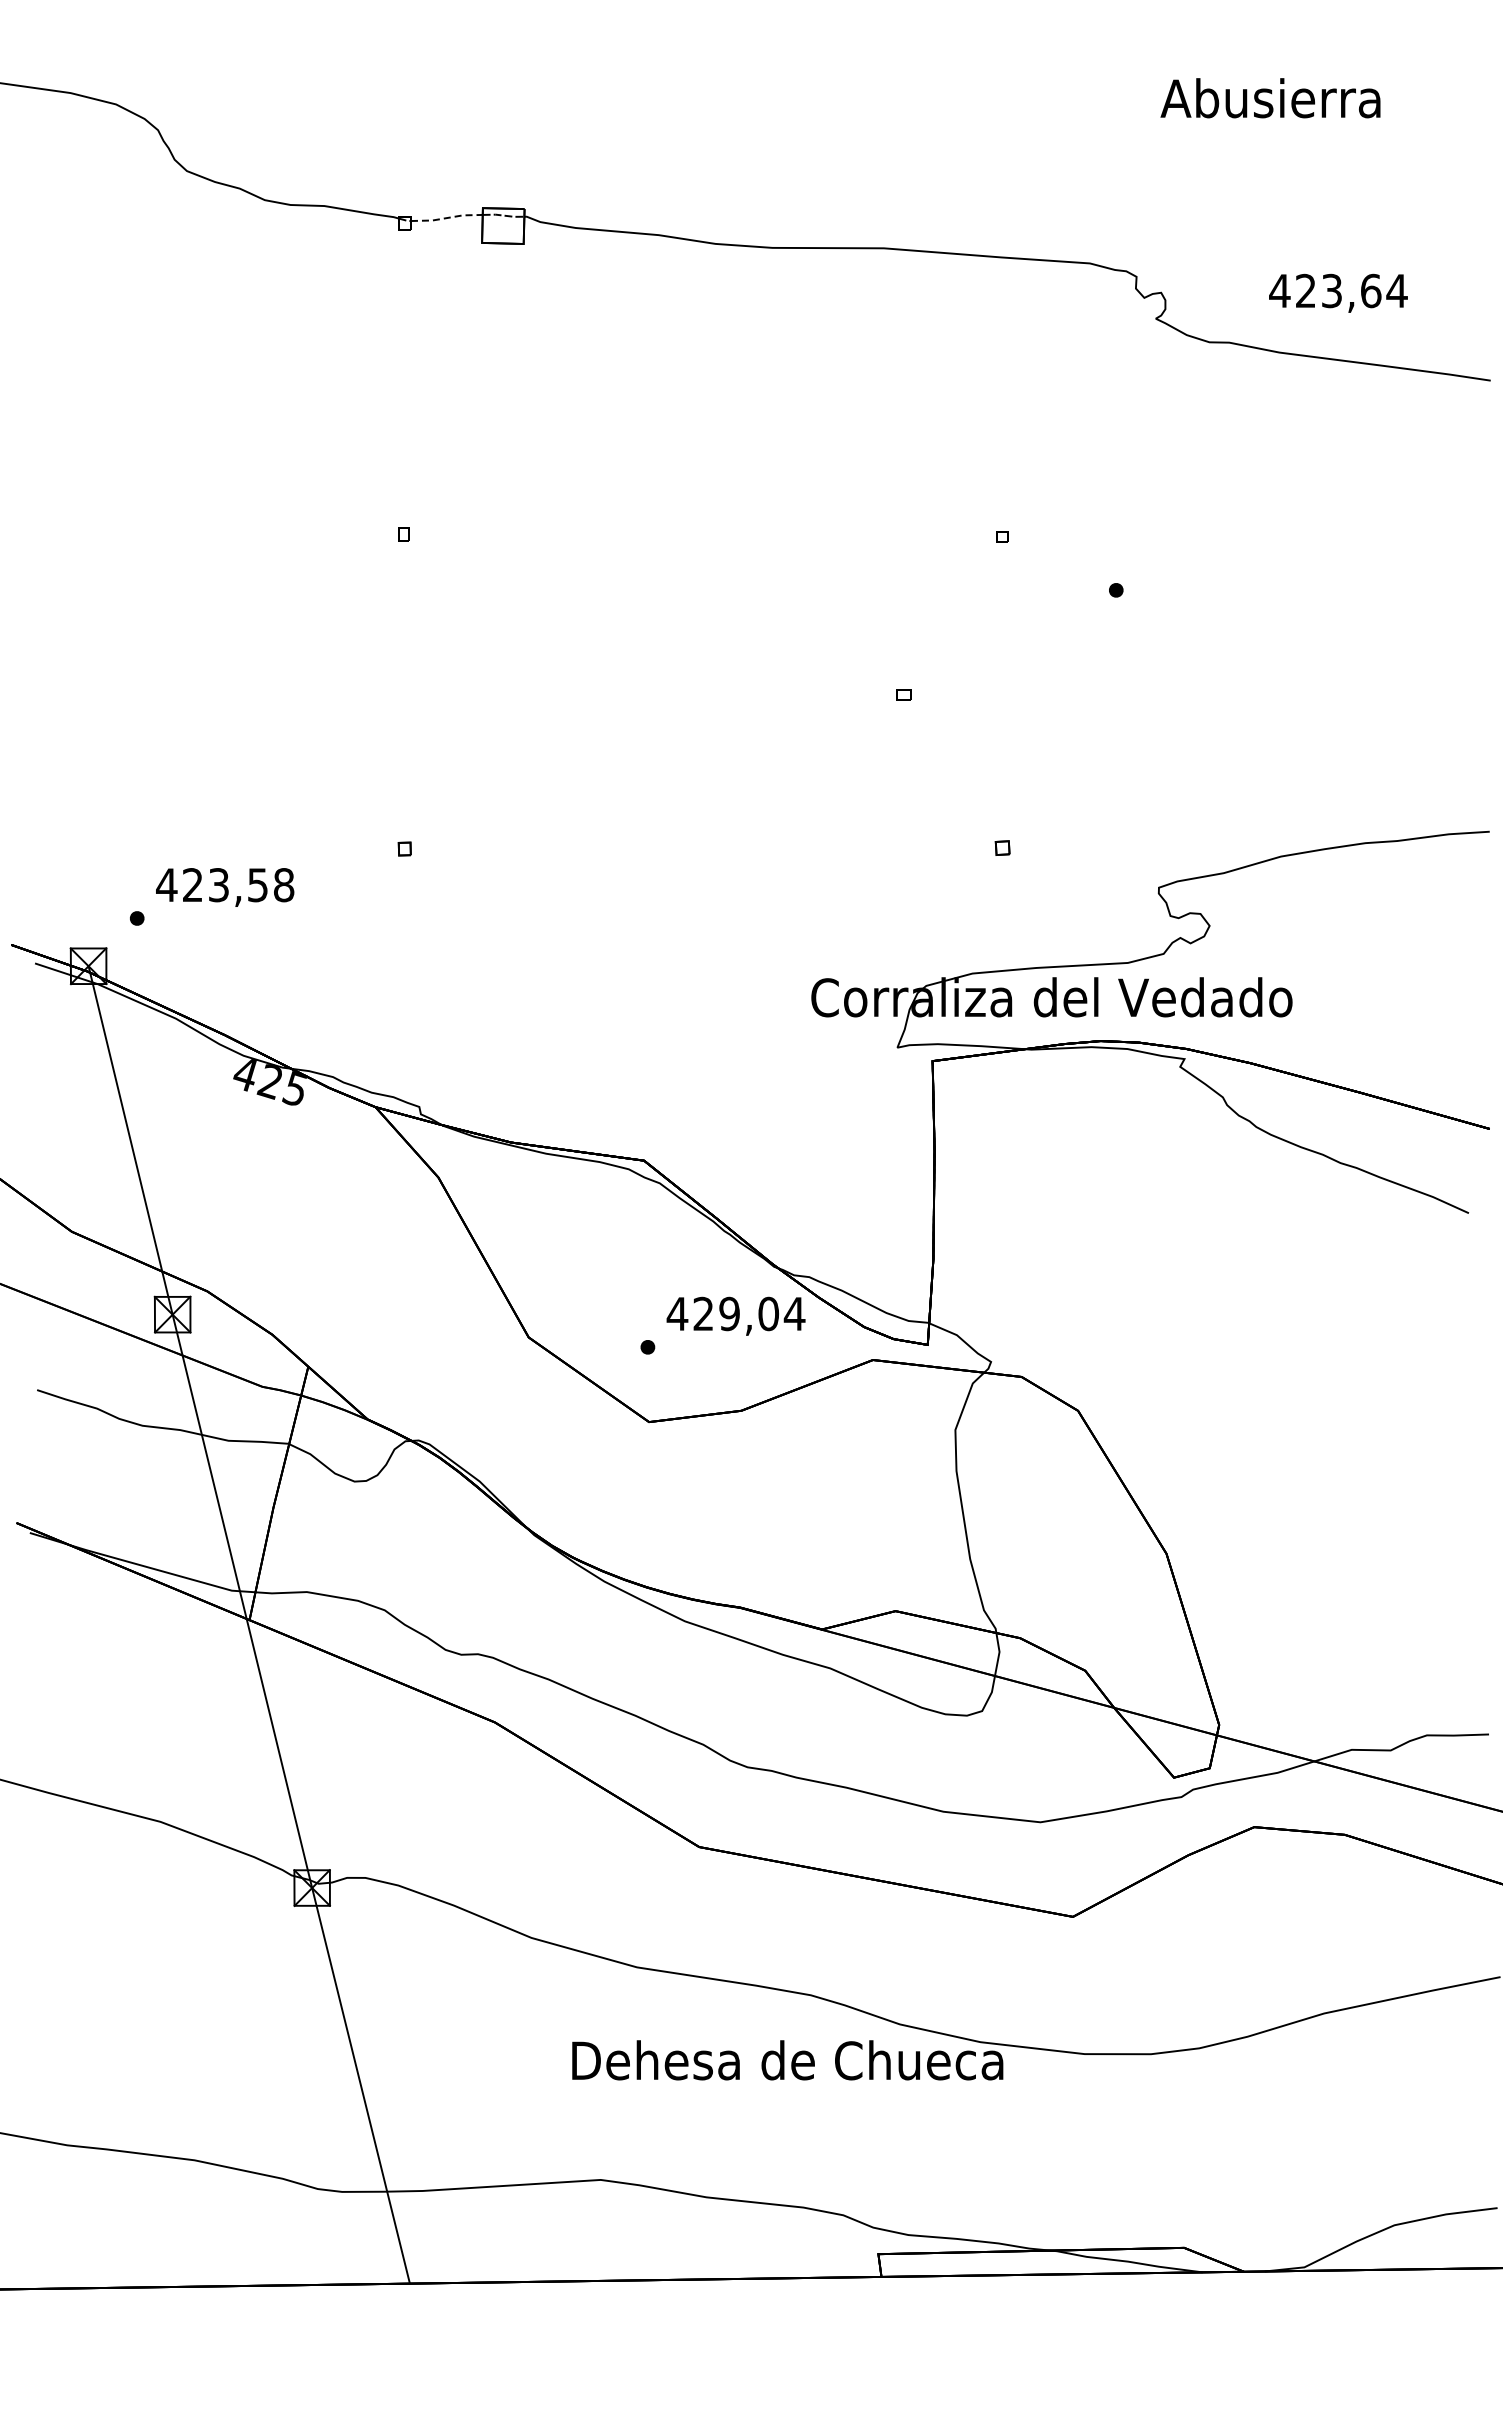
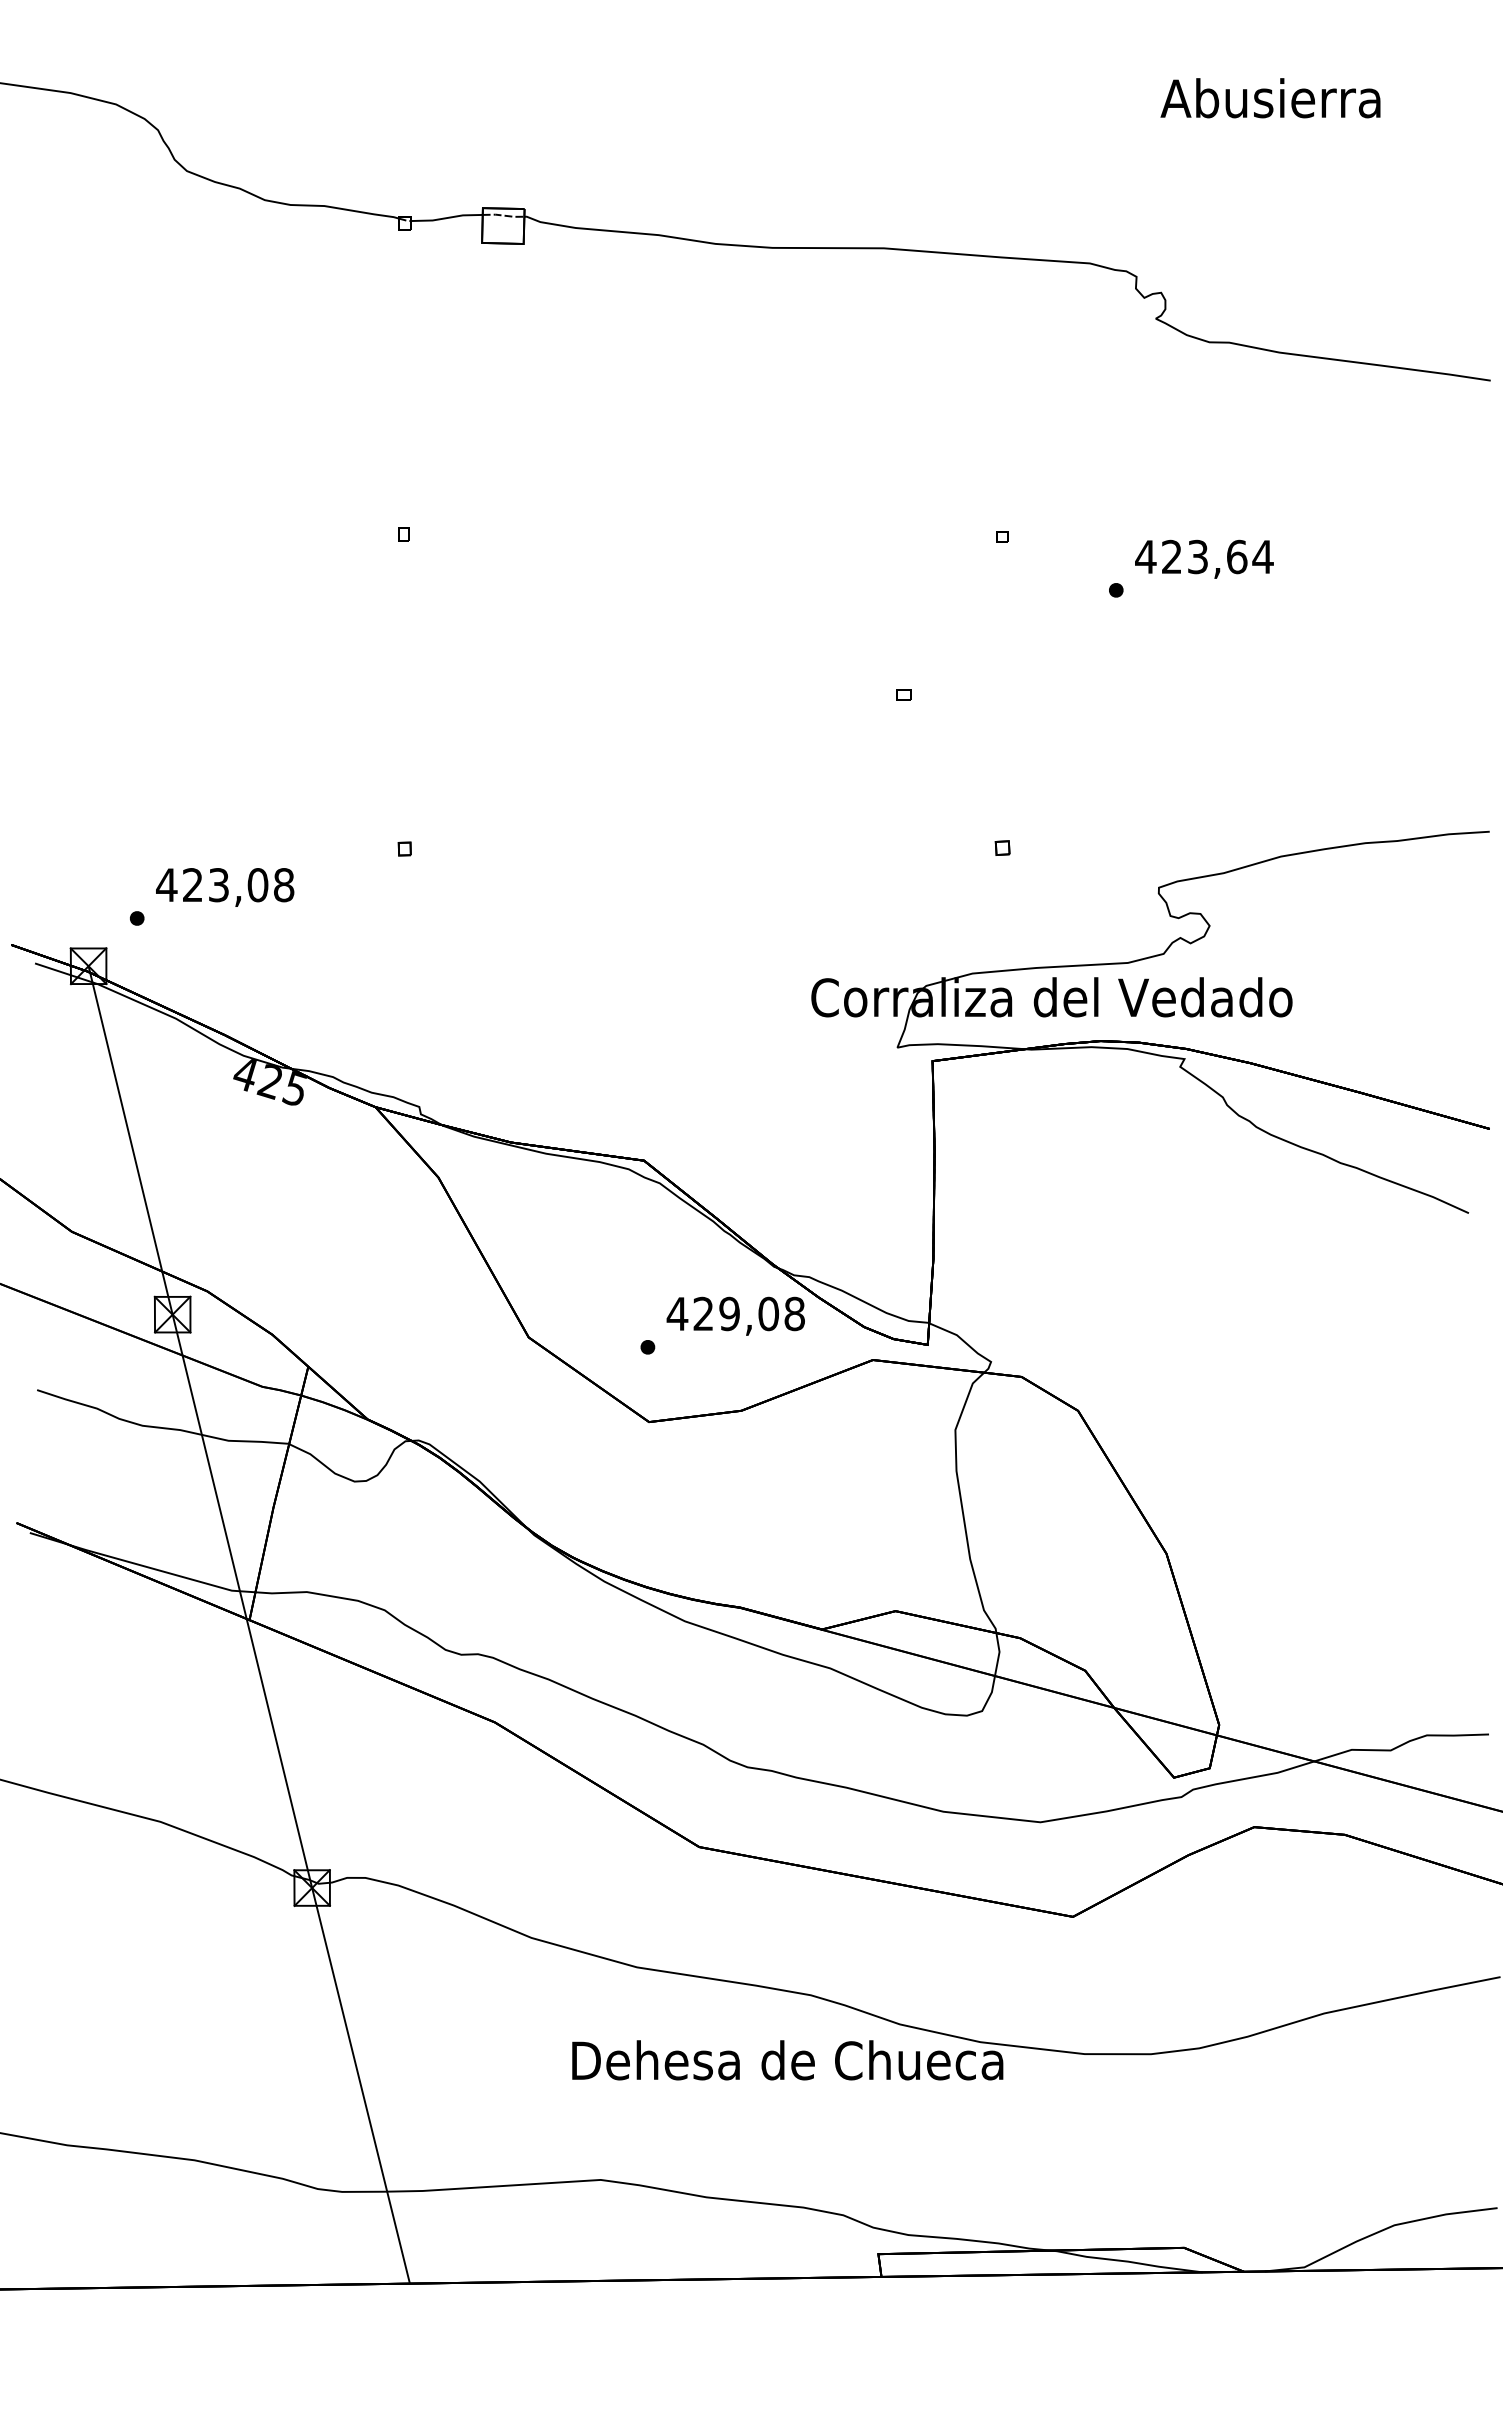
line at (447, 218): dashed -> solid
text at (1338, 292) position: (1338, 292) -> (1204, 558)
text at (257, 885): 423,58 -> 423,08
text at (794, 1313): 429,04 -> 429,08
